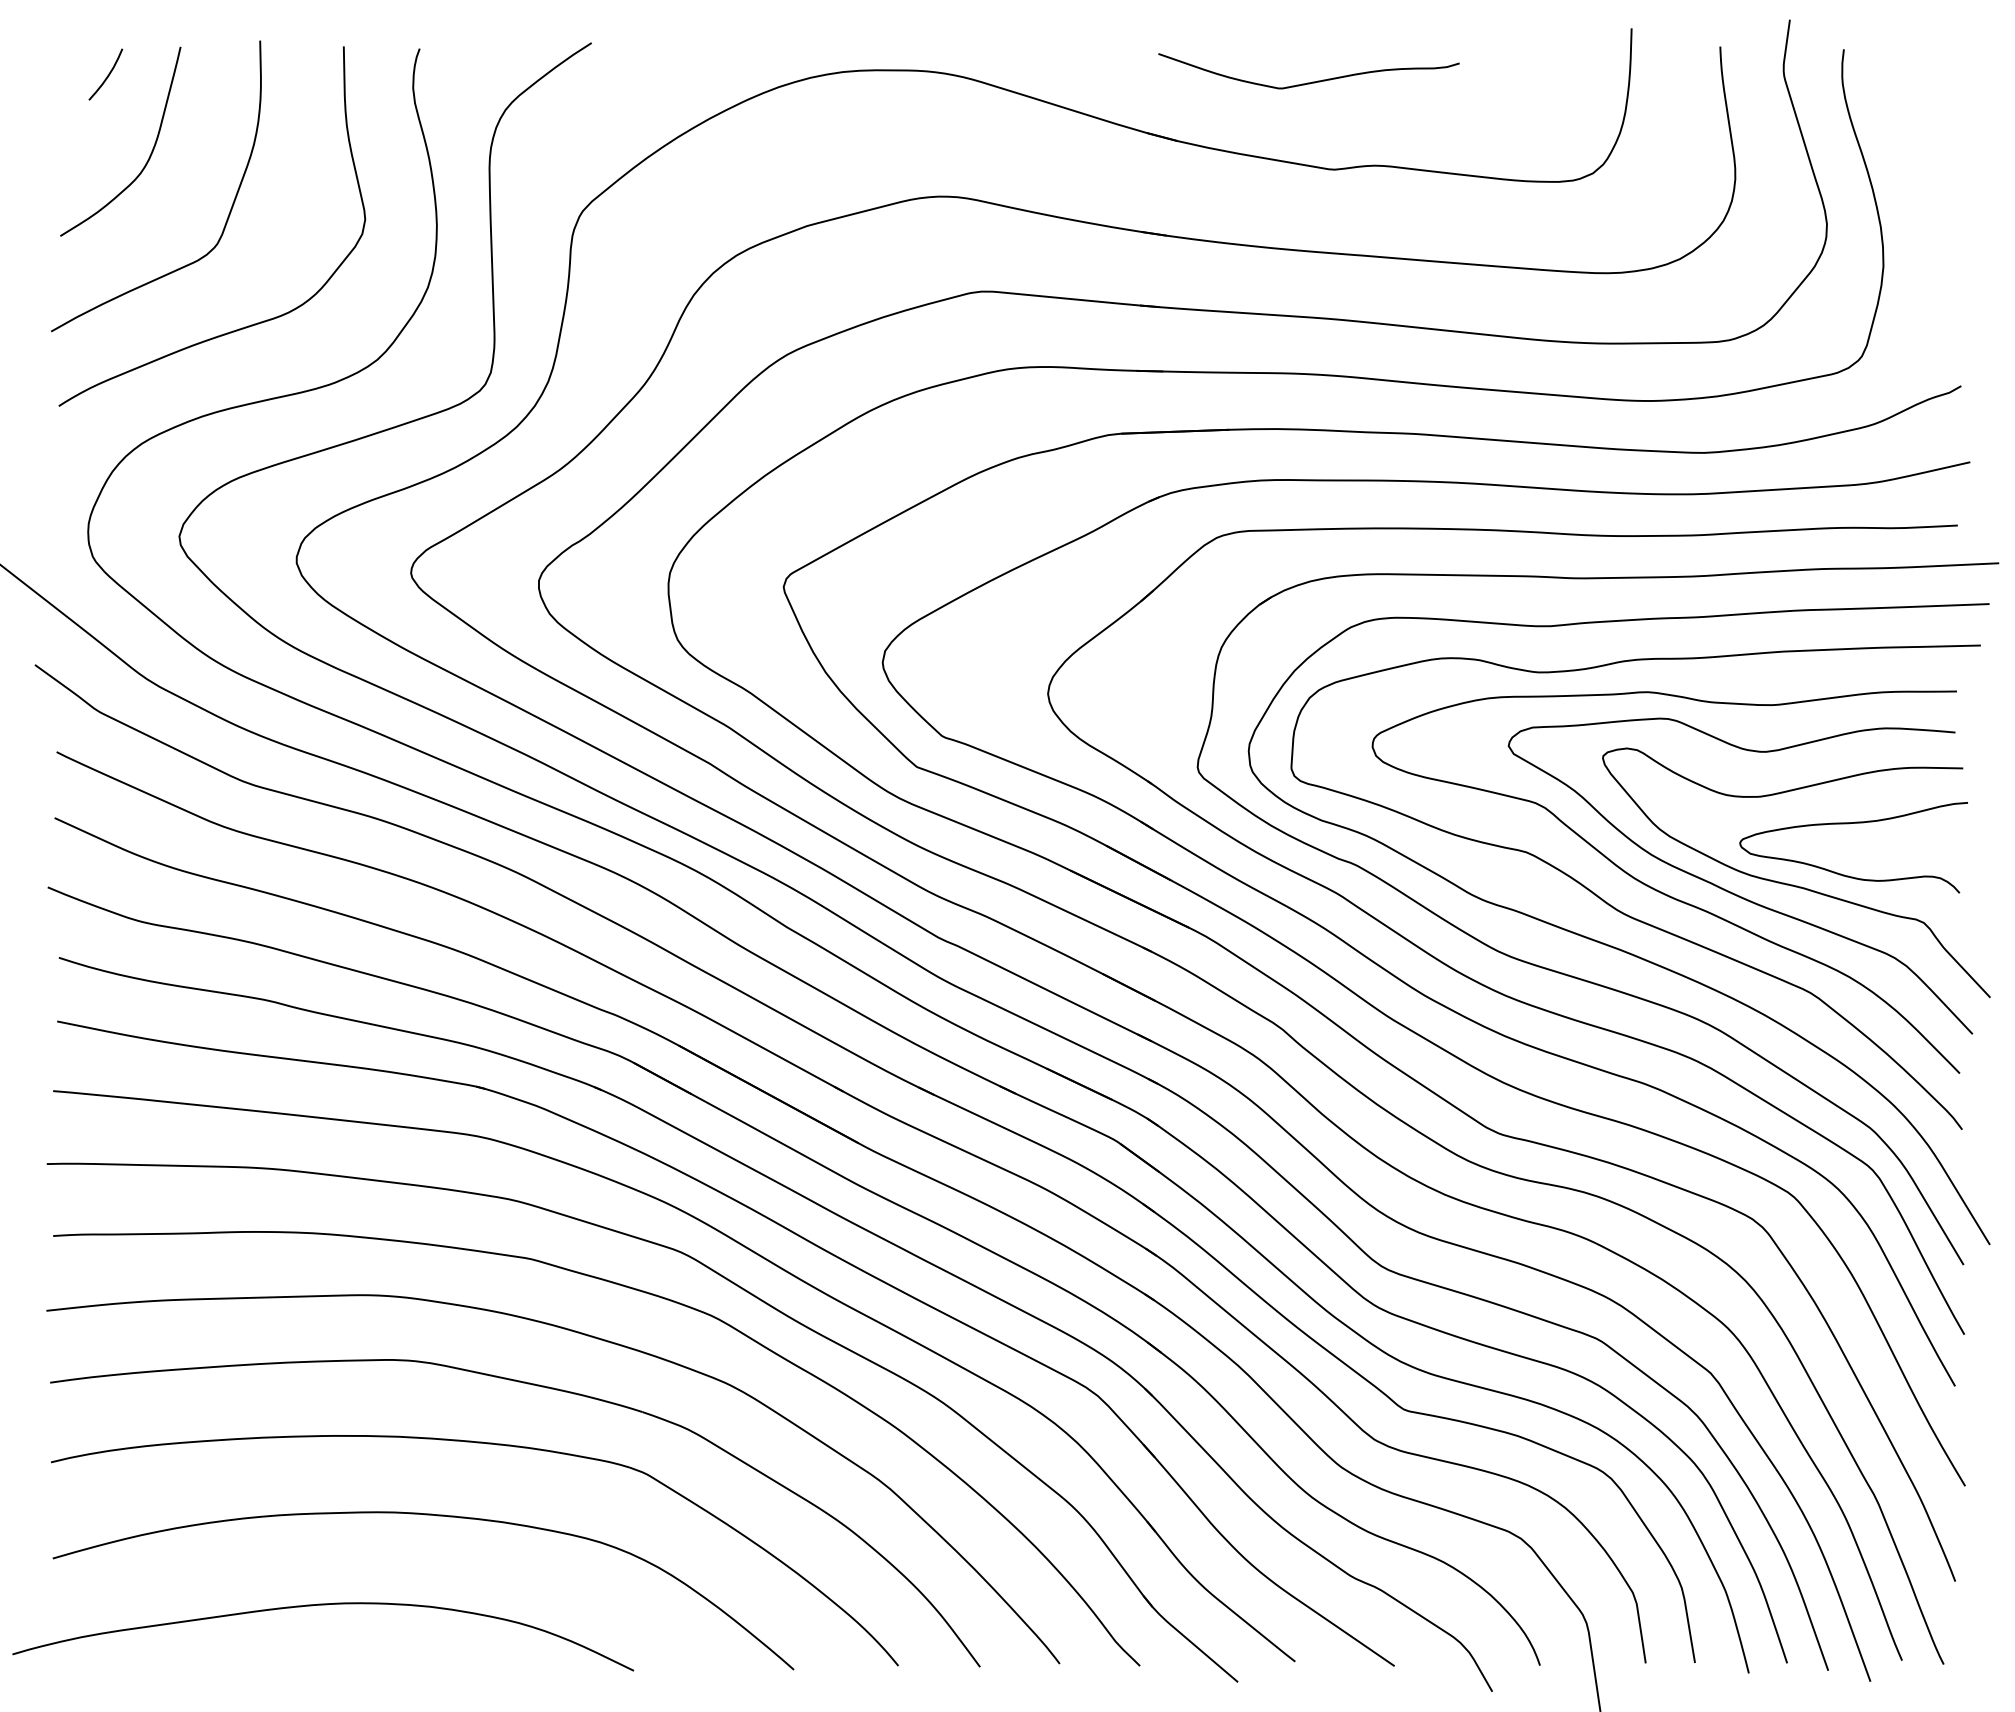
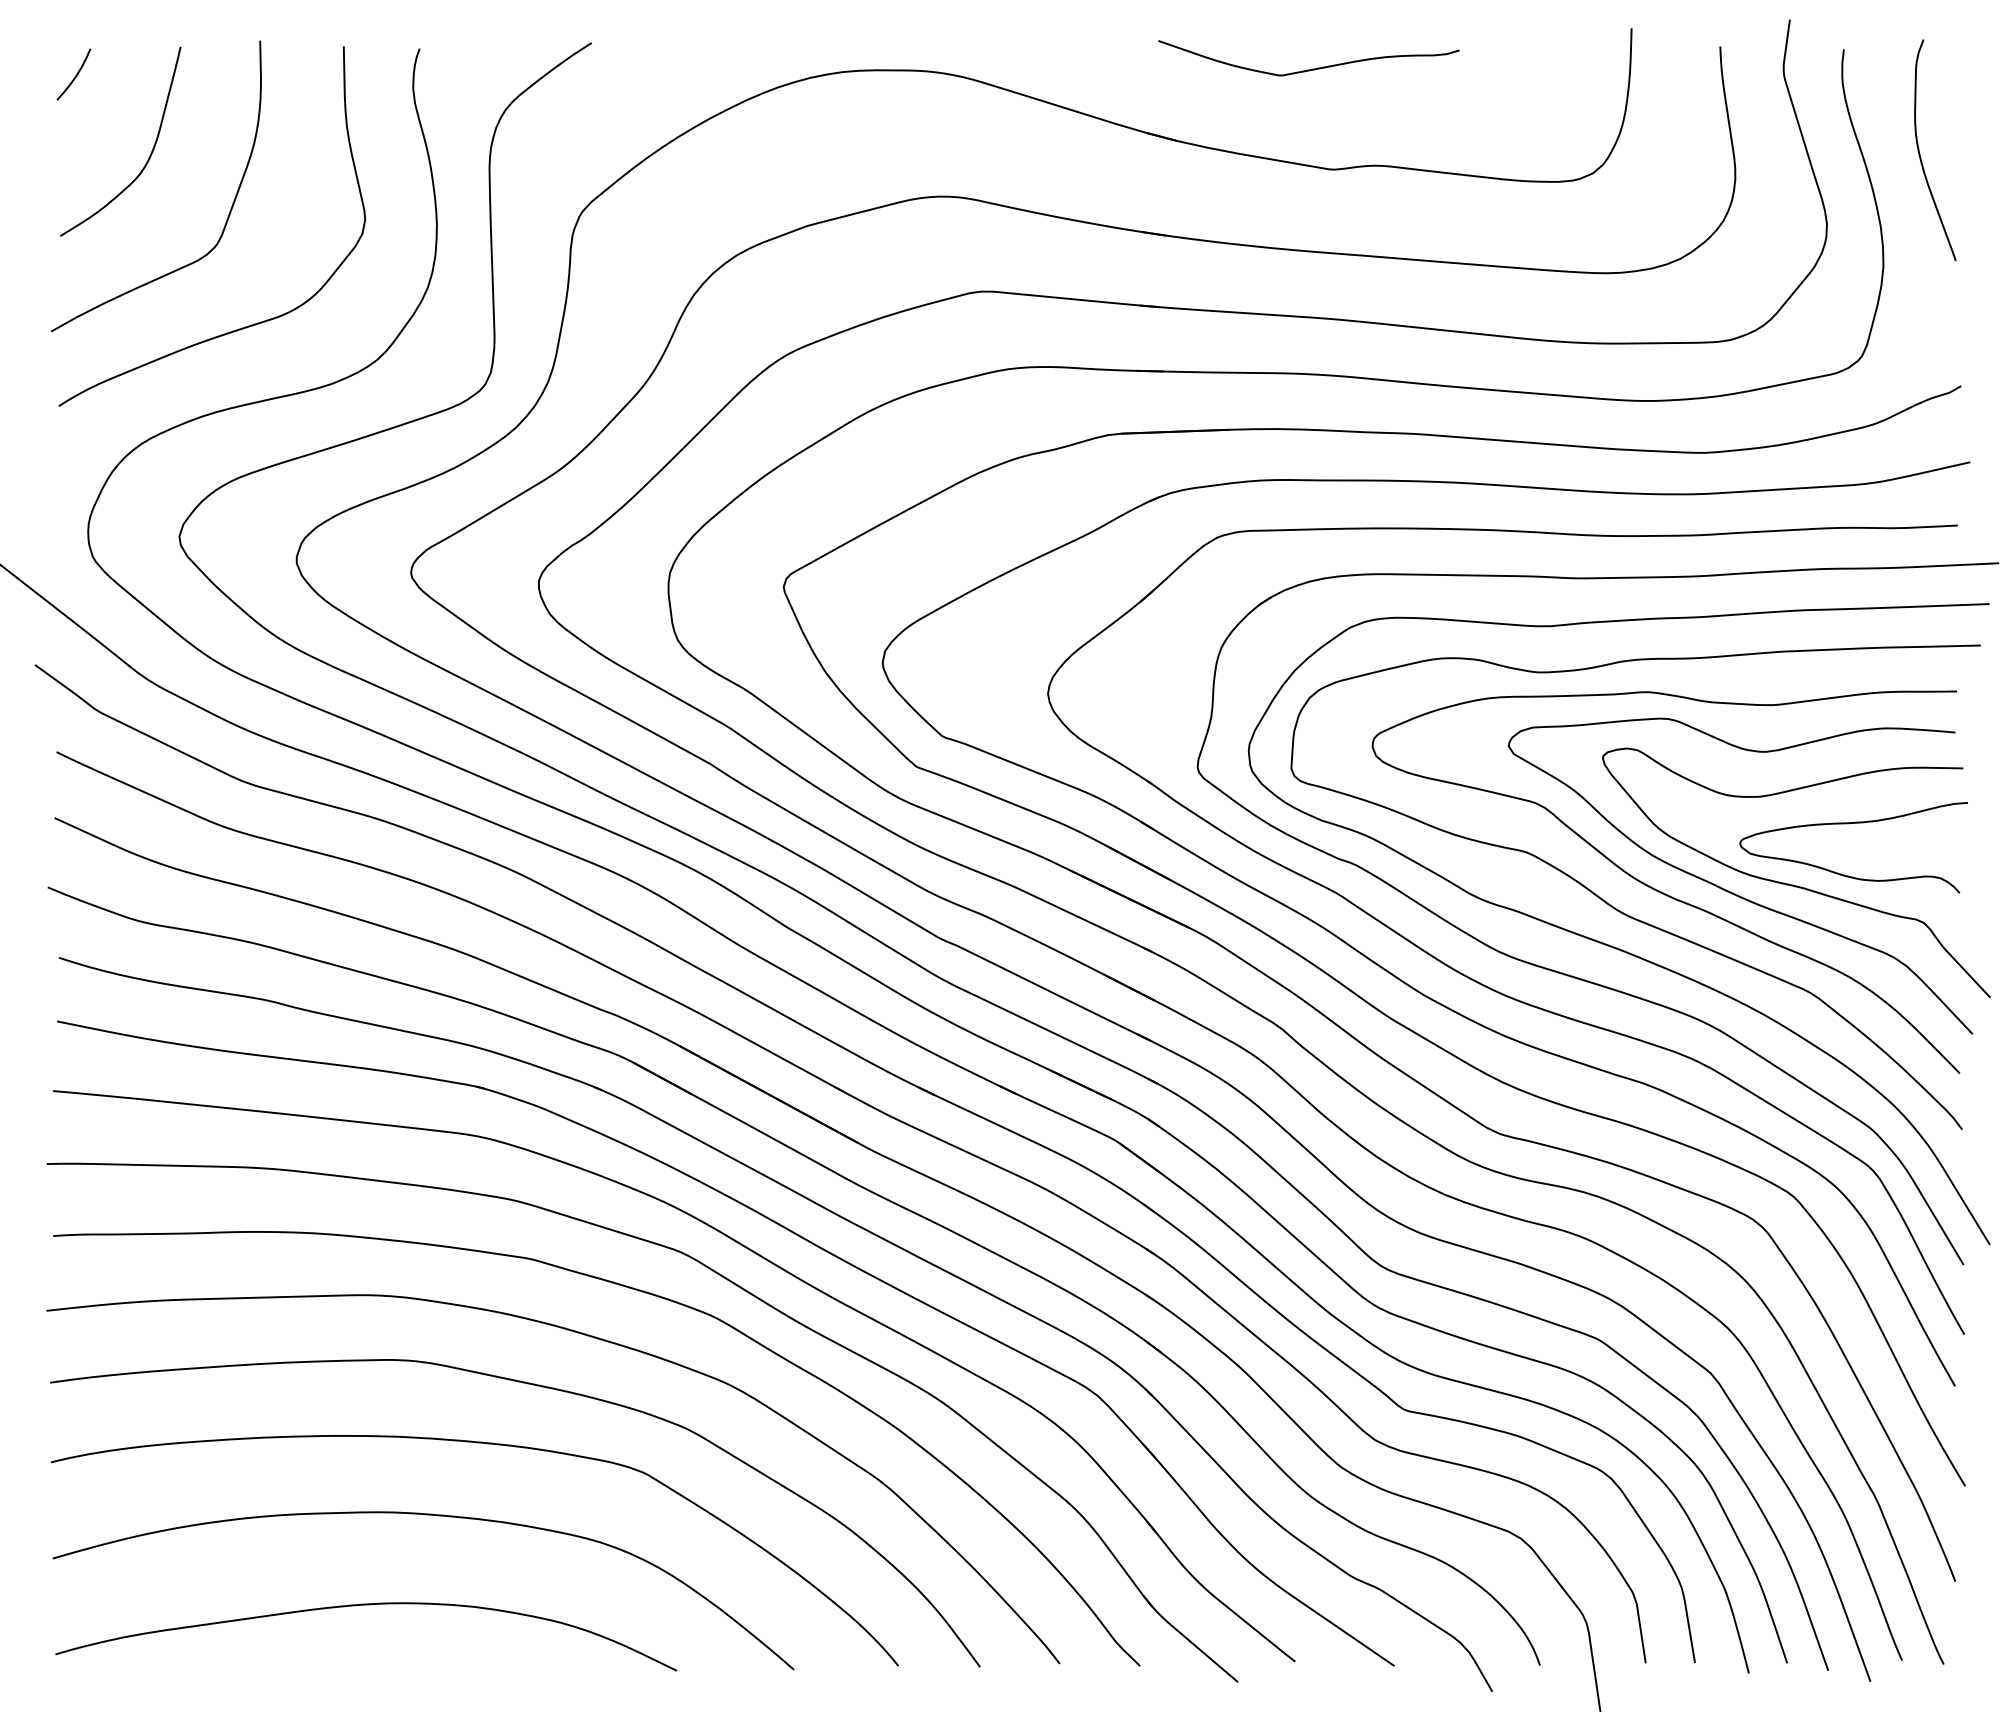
curve at (107, 75) position: (107, 75) -> (75, 75)
curve at (1312, 81) position: (1312, 81) -> (1312, 68)
curve at (1920, 153): none -> present
curve at (323, 1605) position: (323, 1605) -> (366, 1605)
